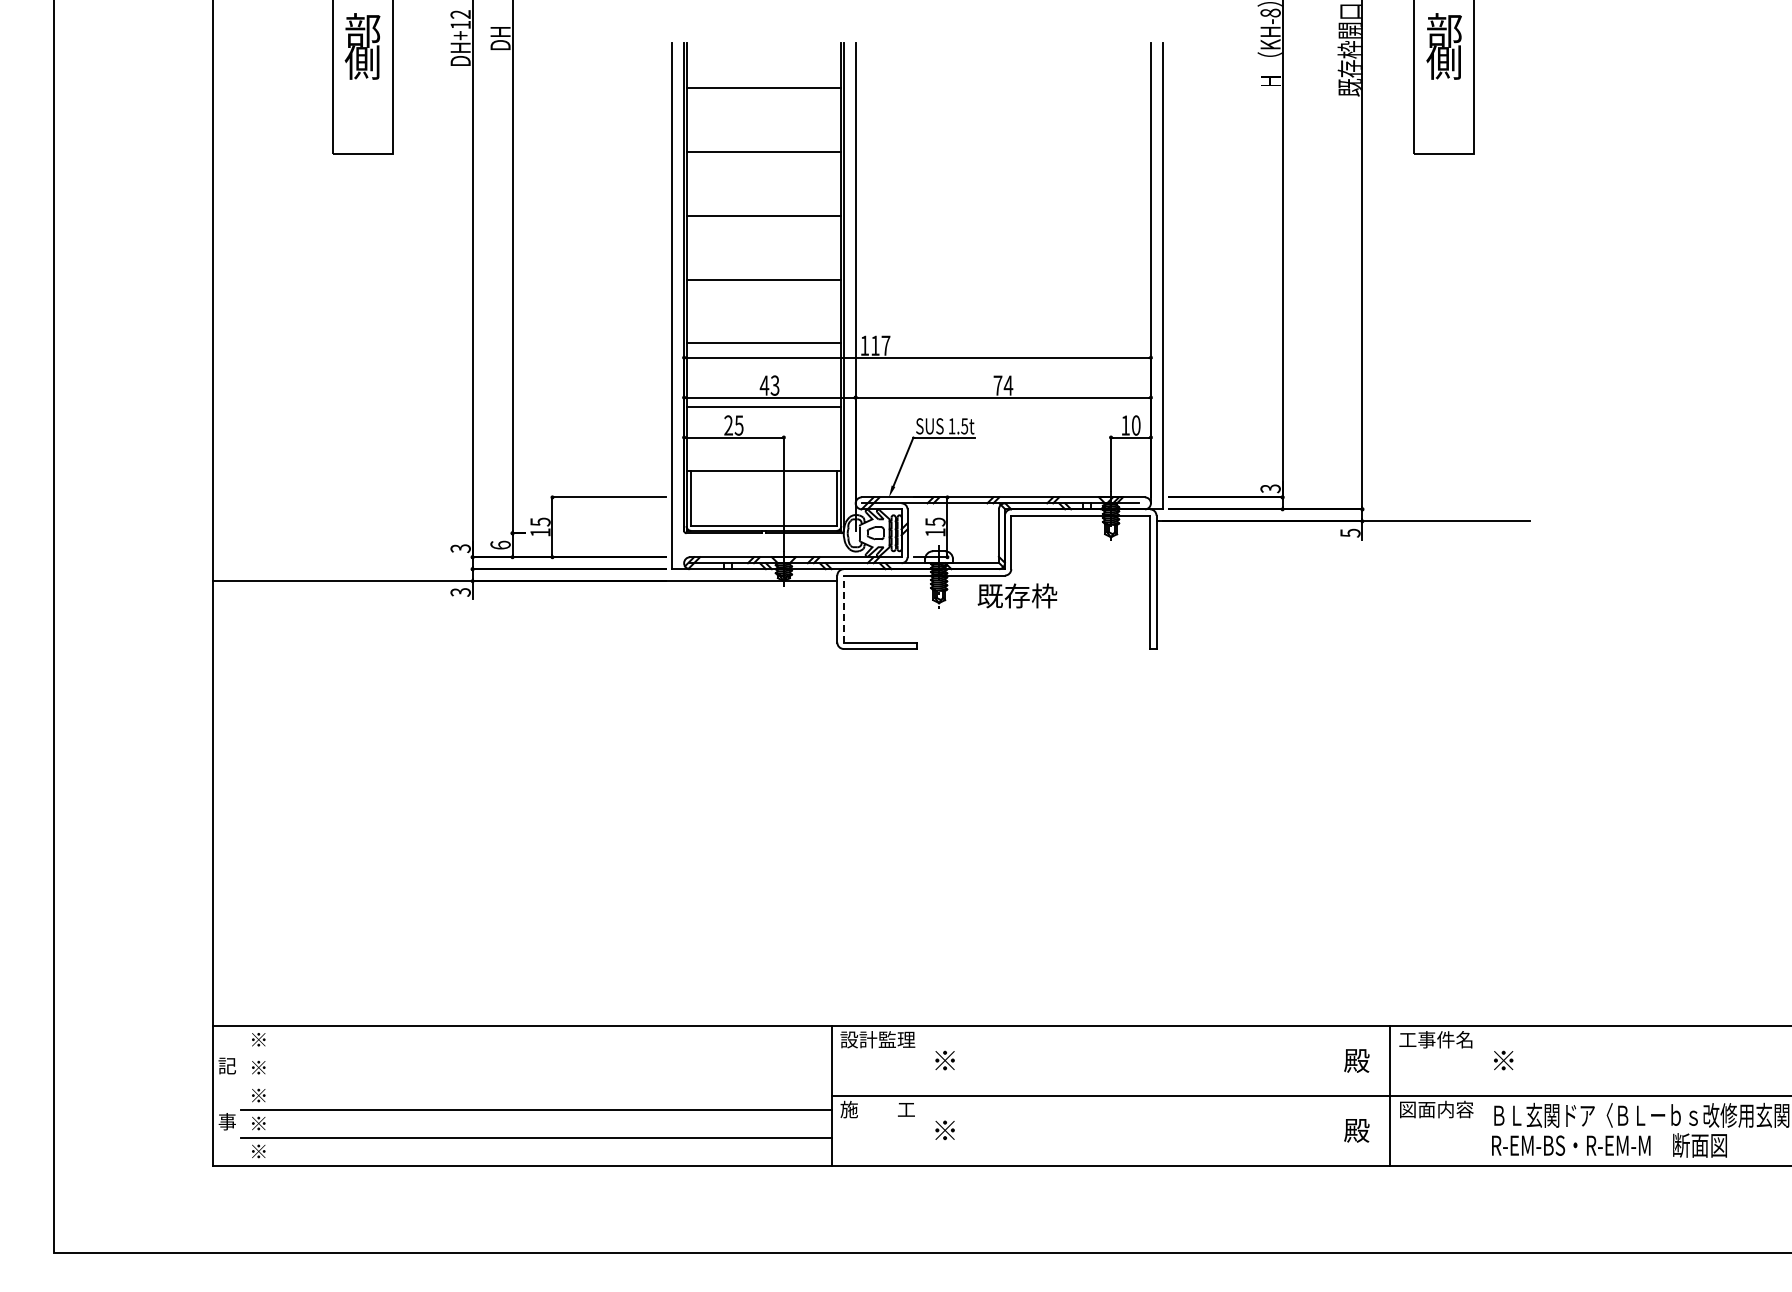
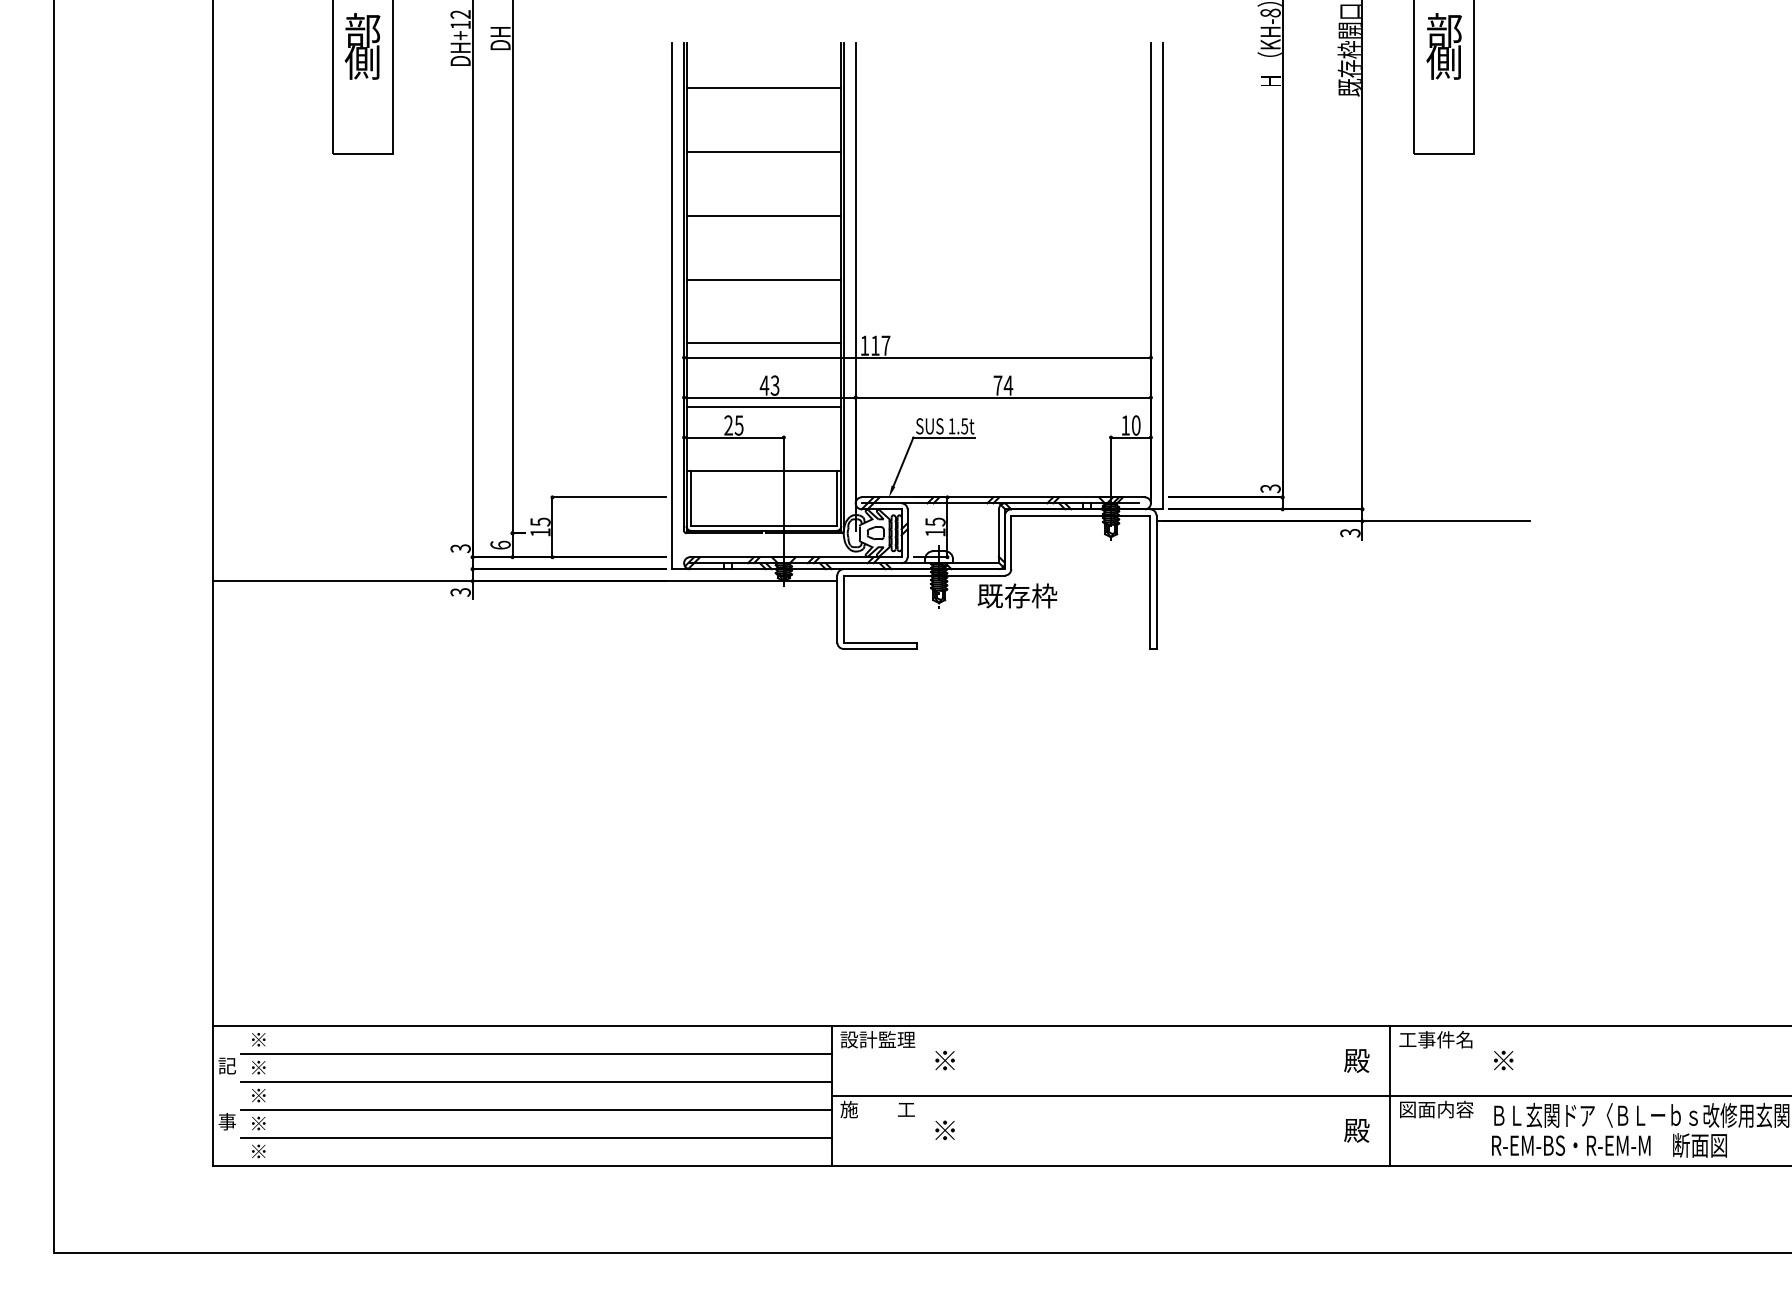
text at (1350, 532): 5 -> 3
line at (843, 609): dashed -> solid
line at (536, 1053): none -> present
line at (536, 1081): none -> present
